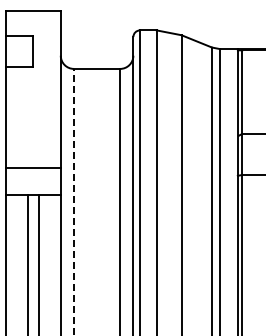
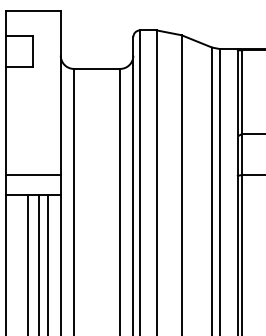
line at (33, 167) position: (33, 167) -> (33, 174)
line at (73, 201): dashed -> solid
line at (48, 263): none -> present
